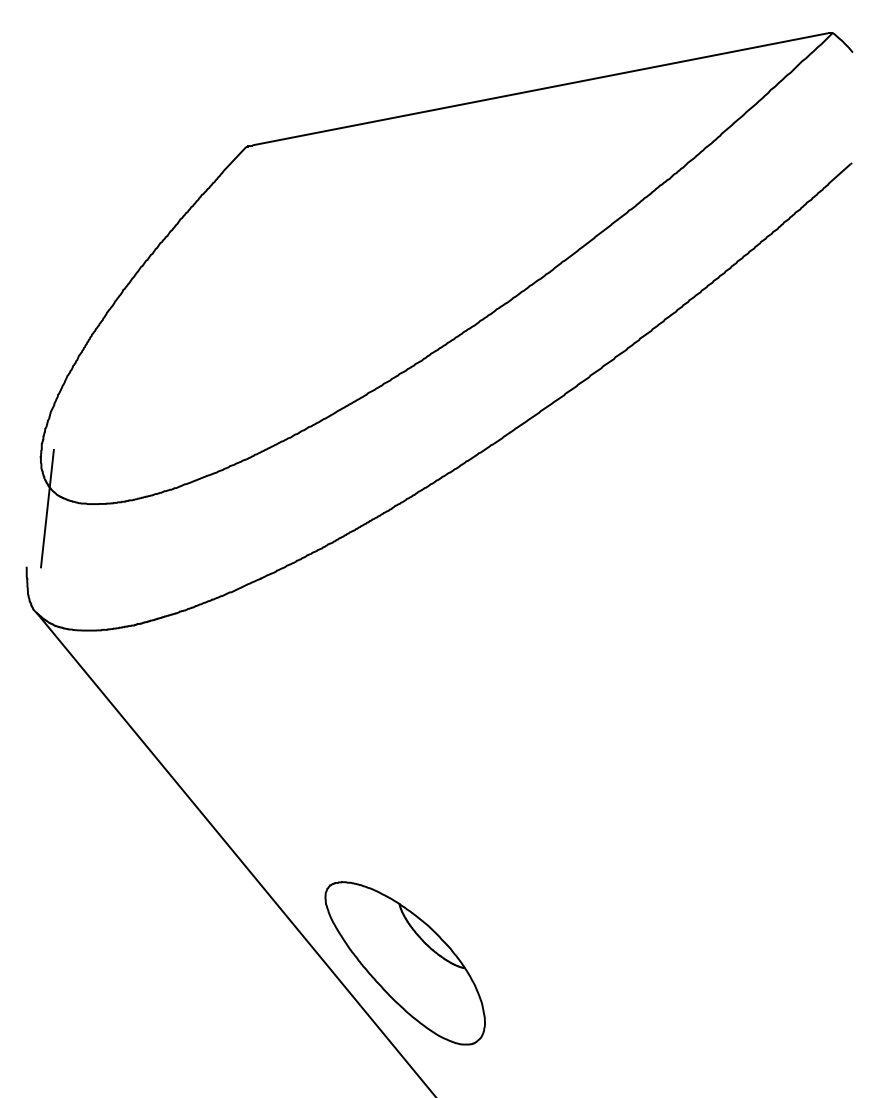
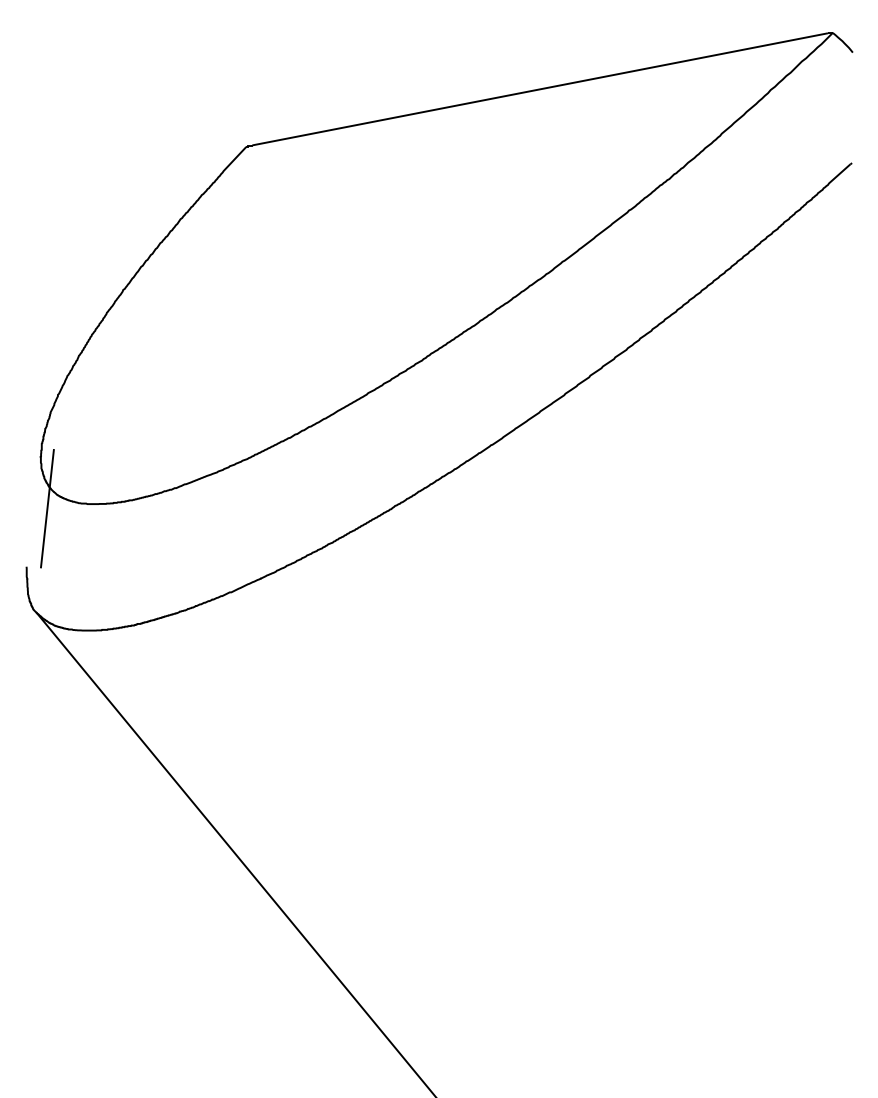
part at (404, 963): present -> none
